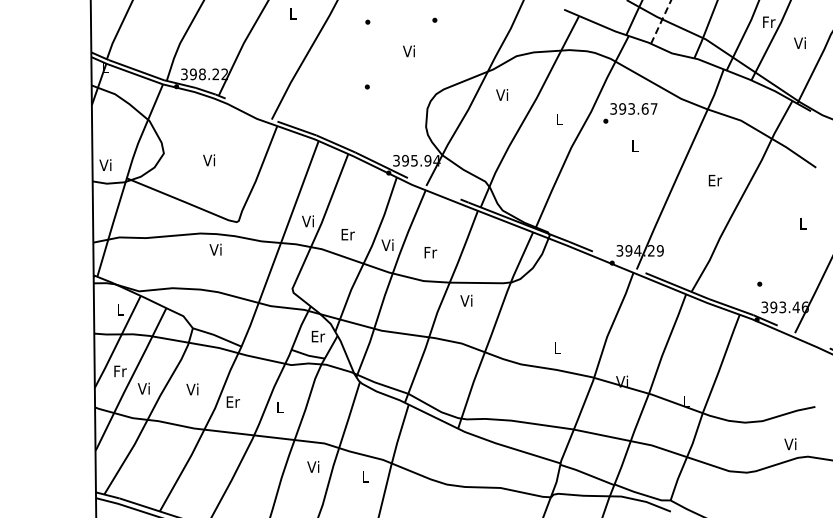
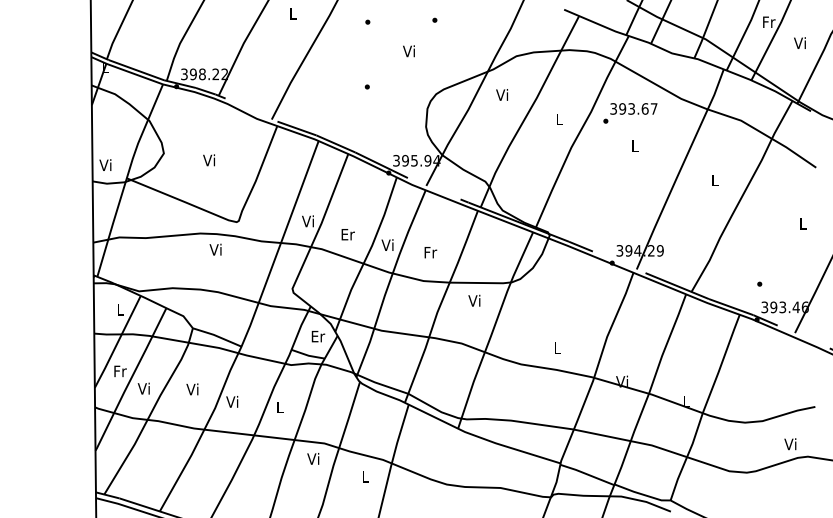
line at (661, 22): dashed -> solid
text at (715, 180): Er -> L
text at (466, 300) position: (466, 300) -> (474, 300)
text at (233, 401): Er -> Vi
text at (313, 466) position: (313, 466) -> (313, 458)
